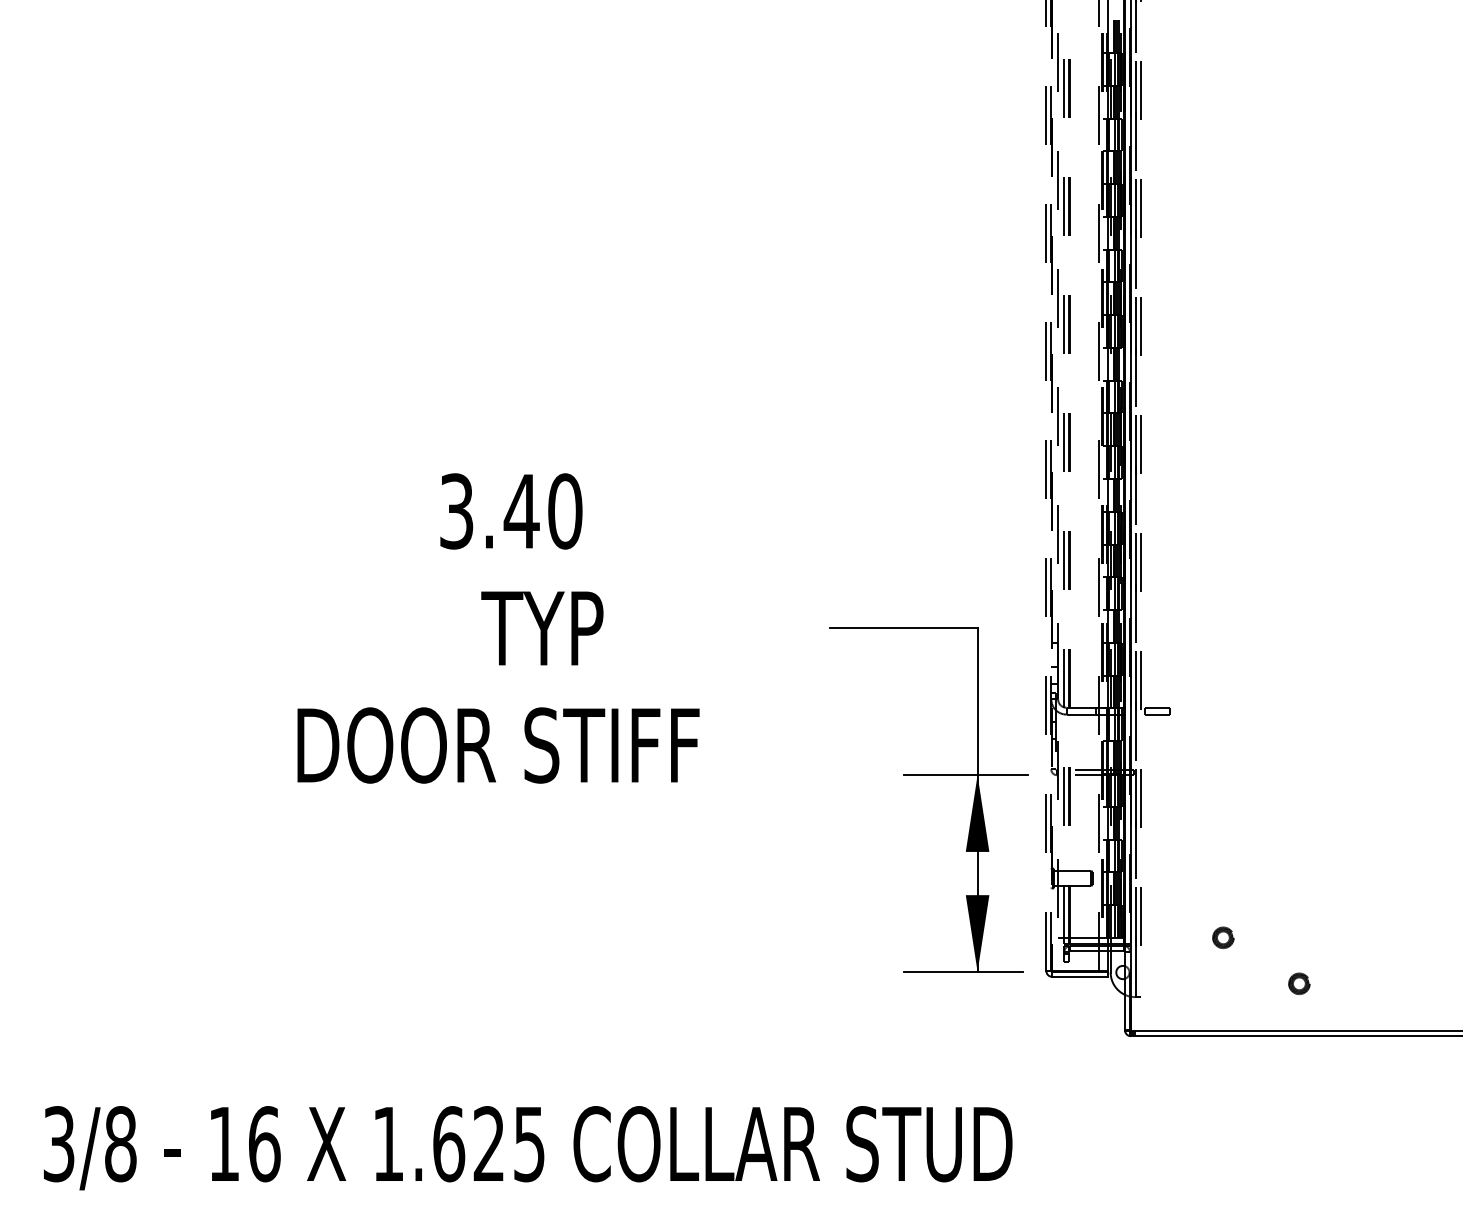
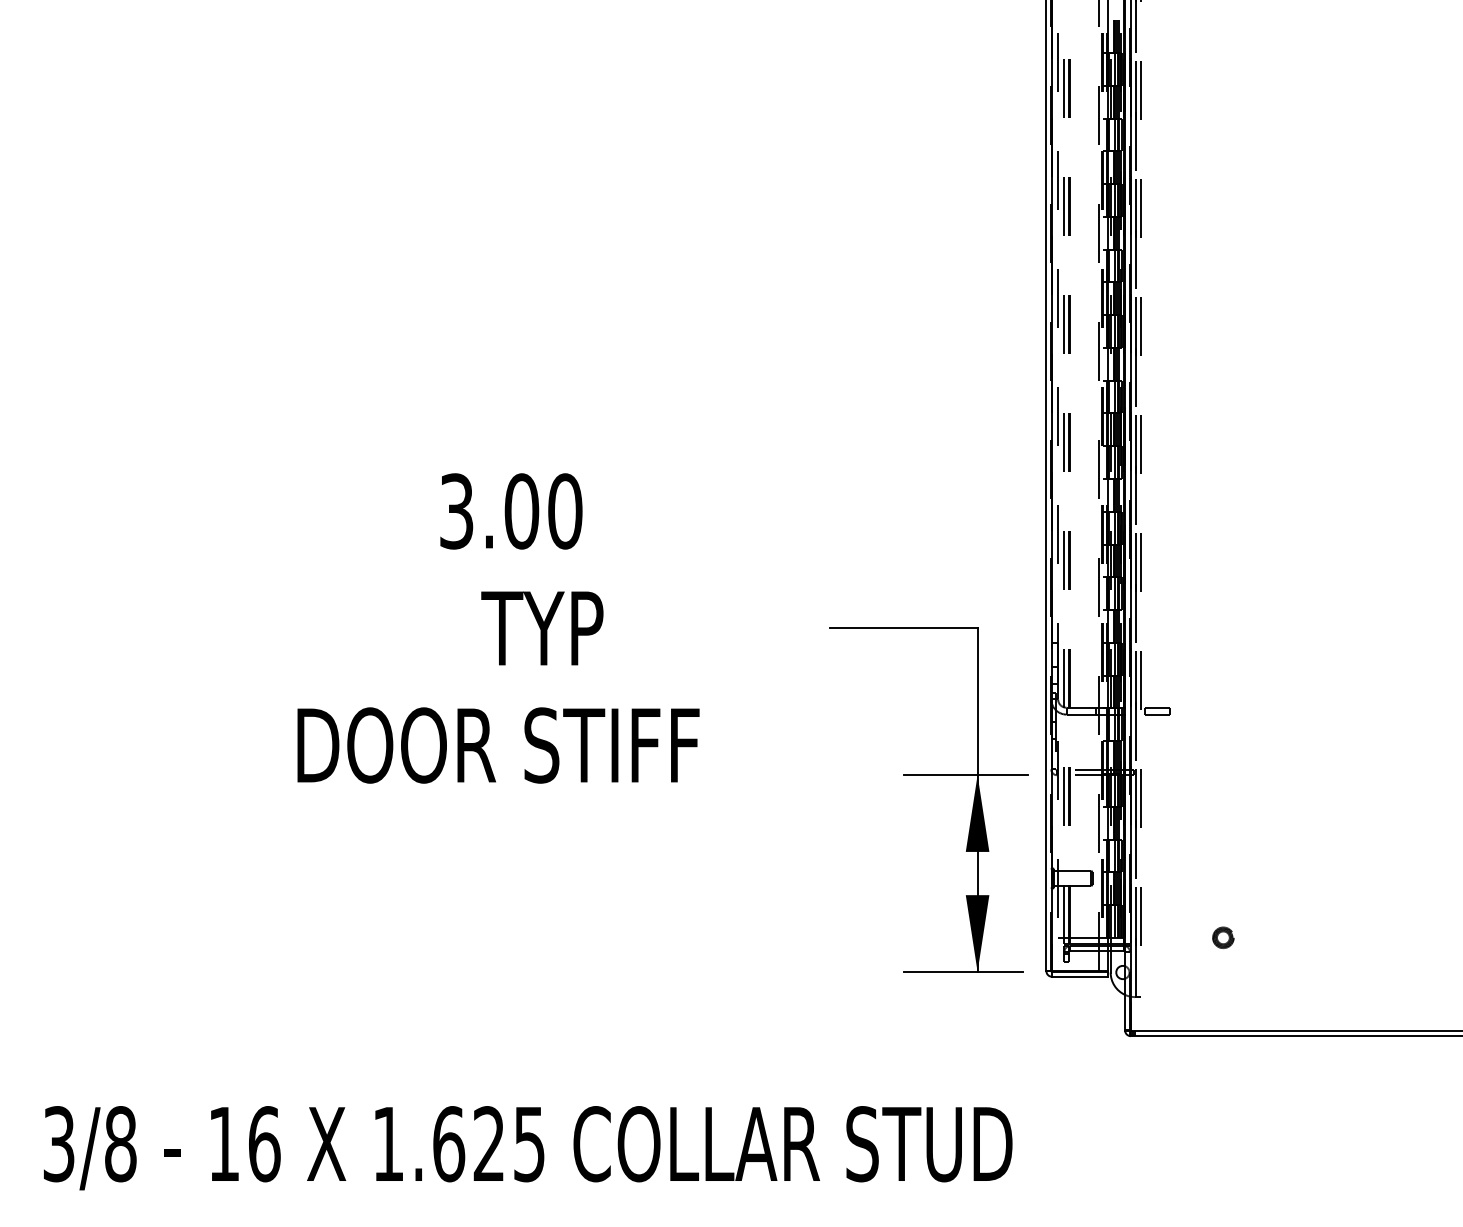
line at (1046, 485): dashed -> solid
line at (1052, 486): dashed -> solid
text at (521, 511): 3.40 -> 3.00
part at (1299, 983): present -> none
